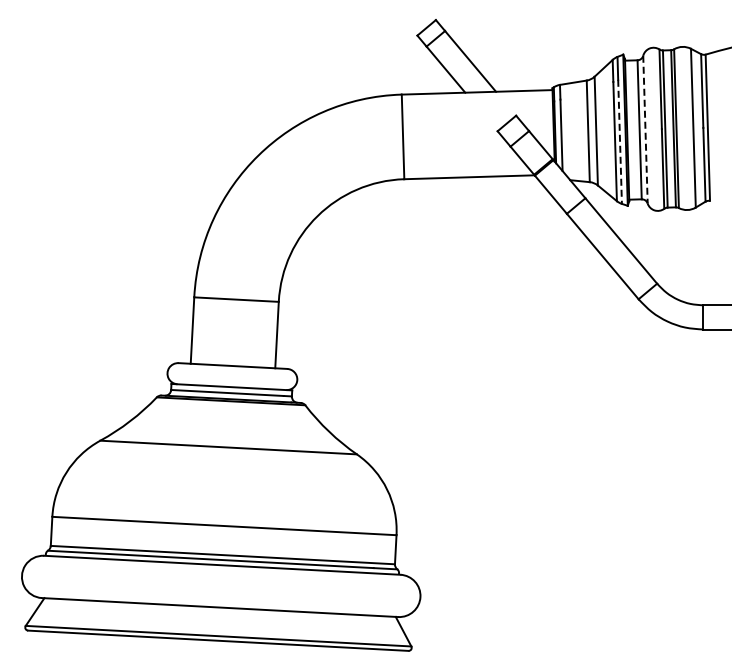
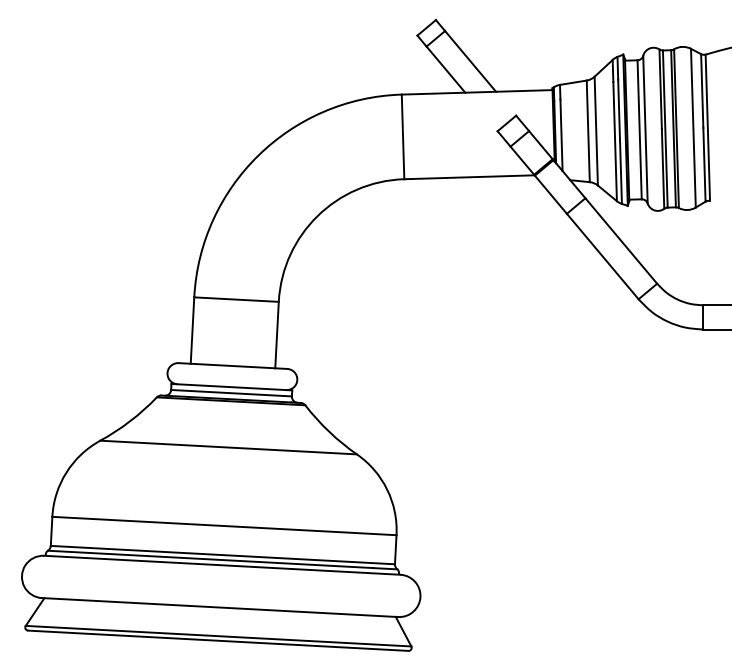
line at (645, 129): dashed -> solid
line at (620, 142): dashed -> solid
